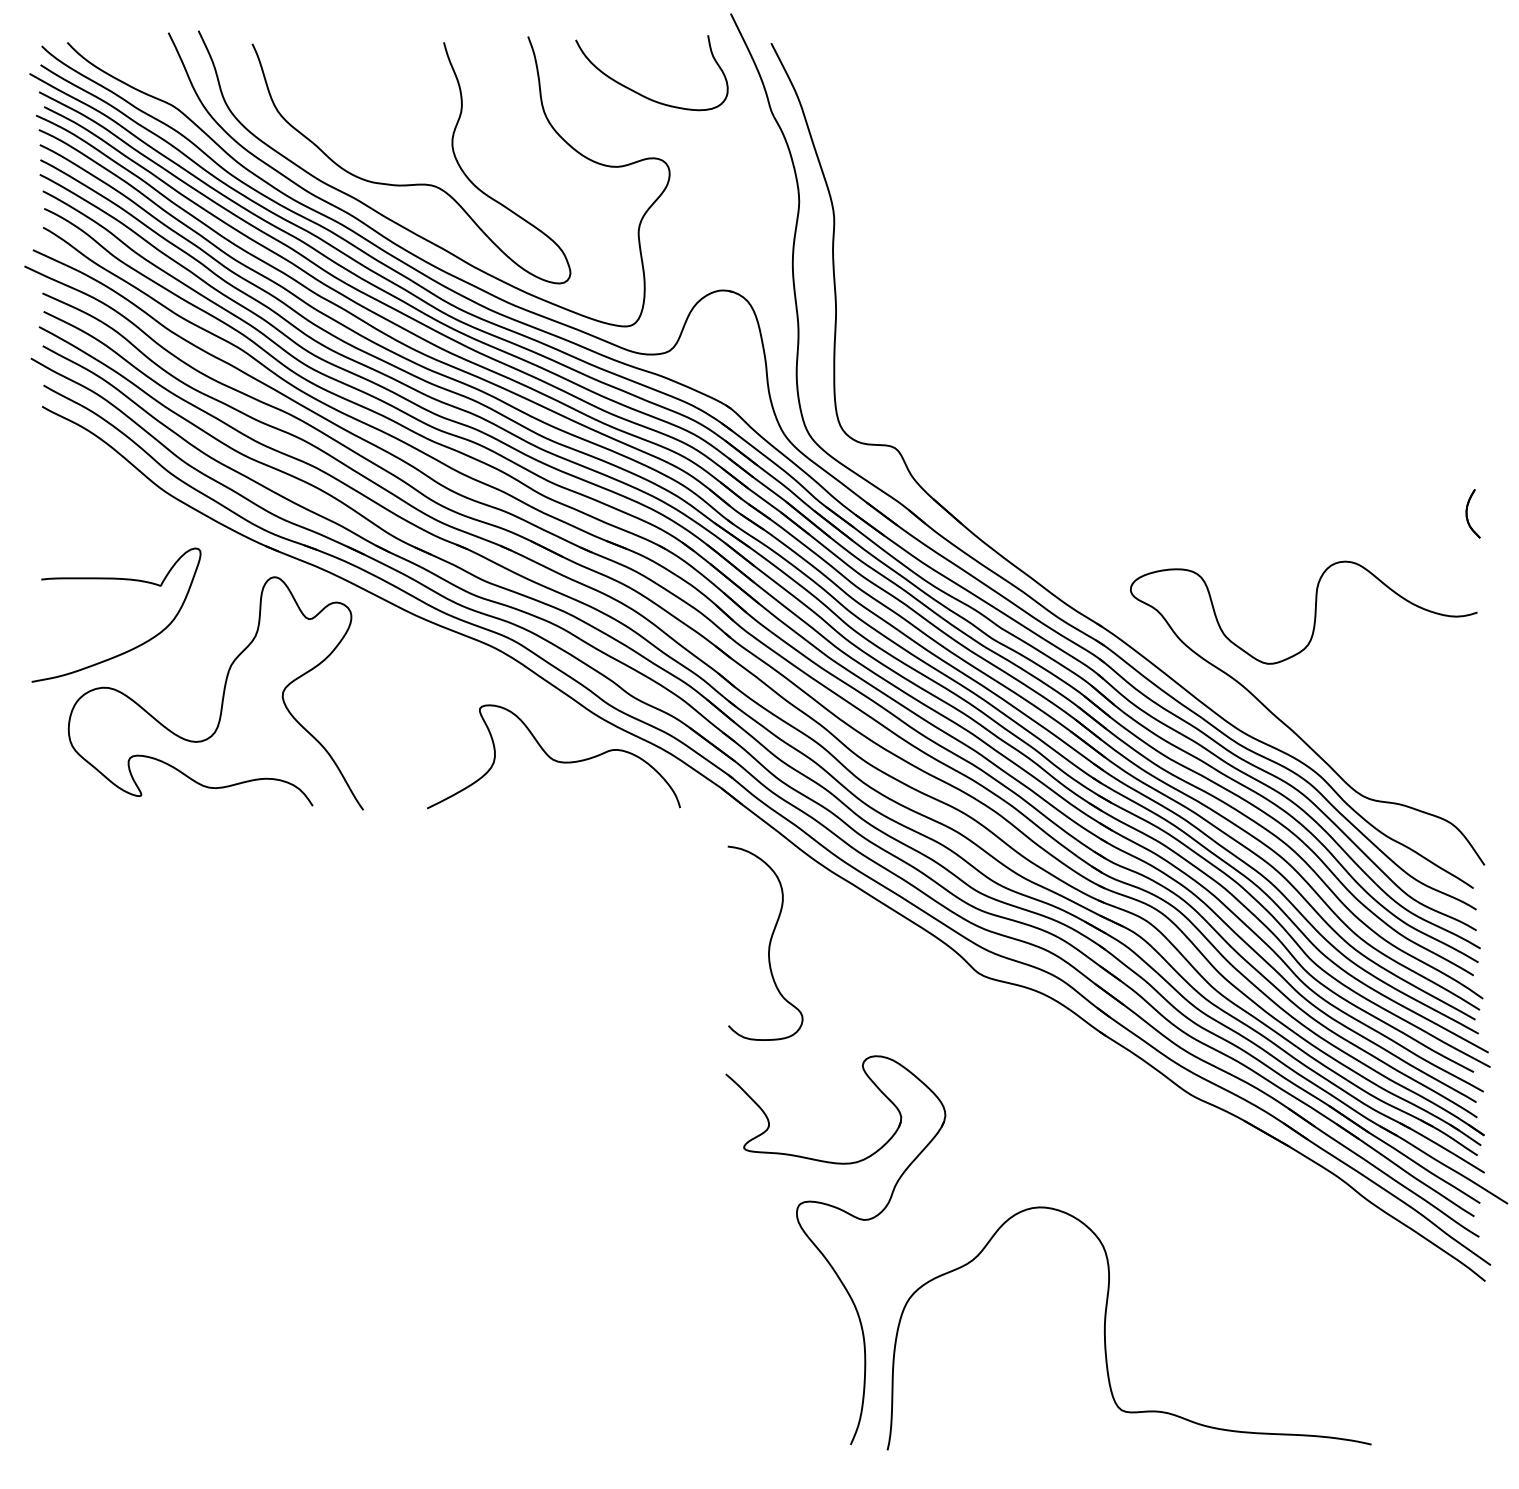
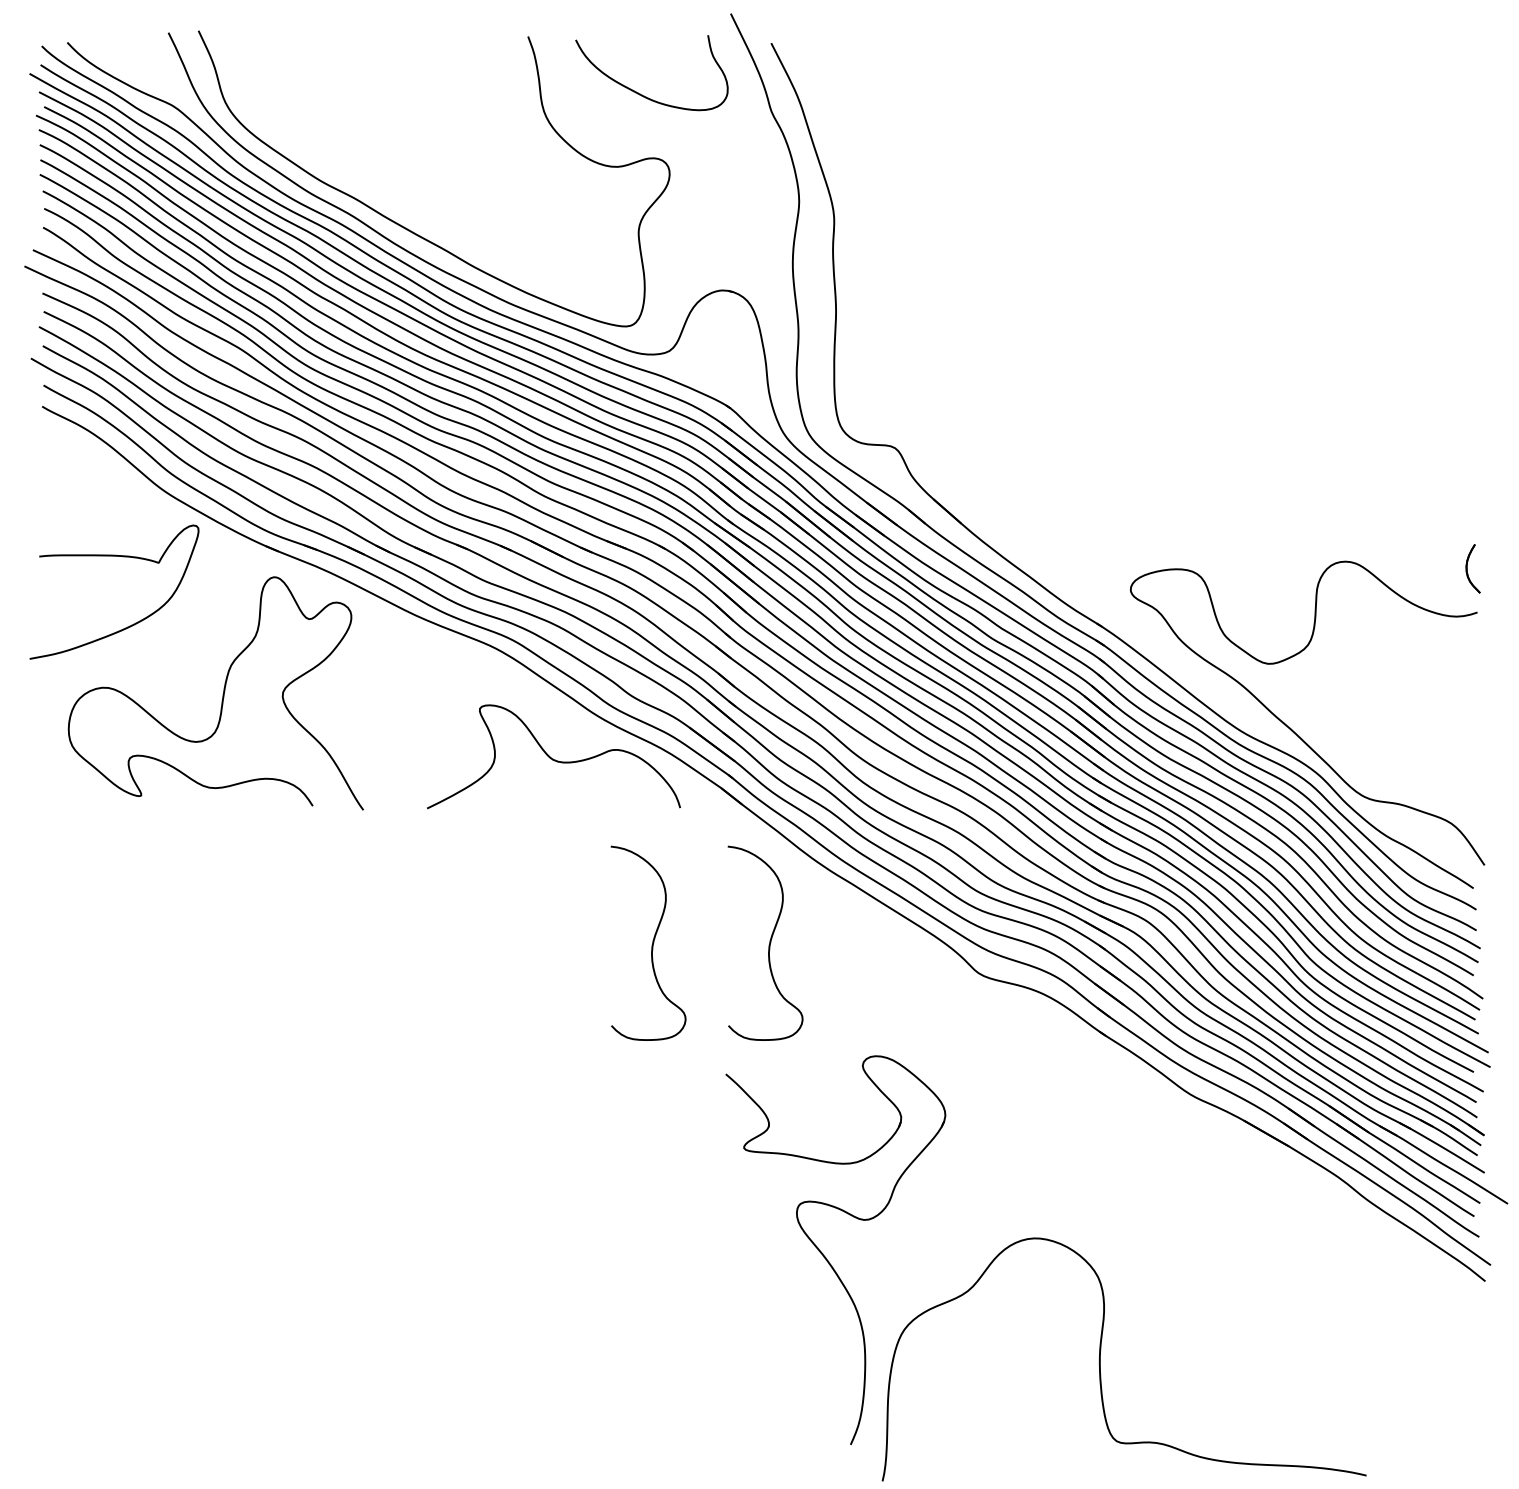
curve at (415, 183): present -> none
part at (1472, 513) position: (1472, 513) -> (1472, 568)
part at (124, 580) position: (124, 580) -> (122, 557)
curve at (652, 942): none -> present
curve at (1105, 1328) position: (1105, 1328) -> (1100, 1359)
